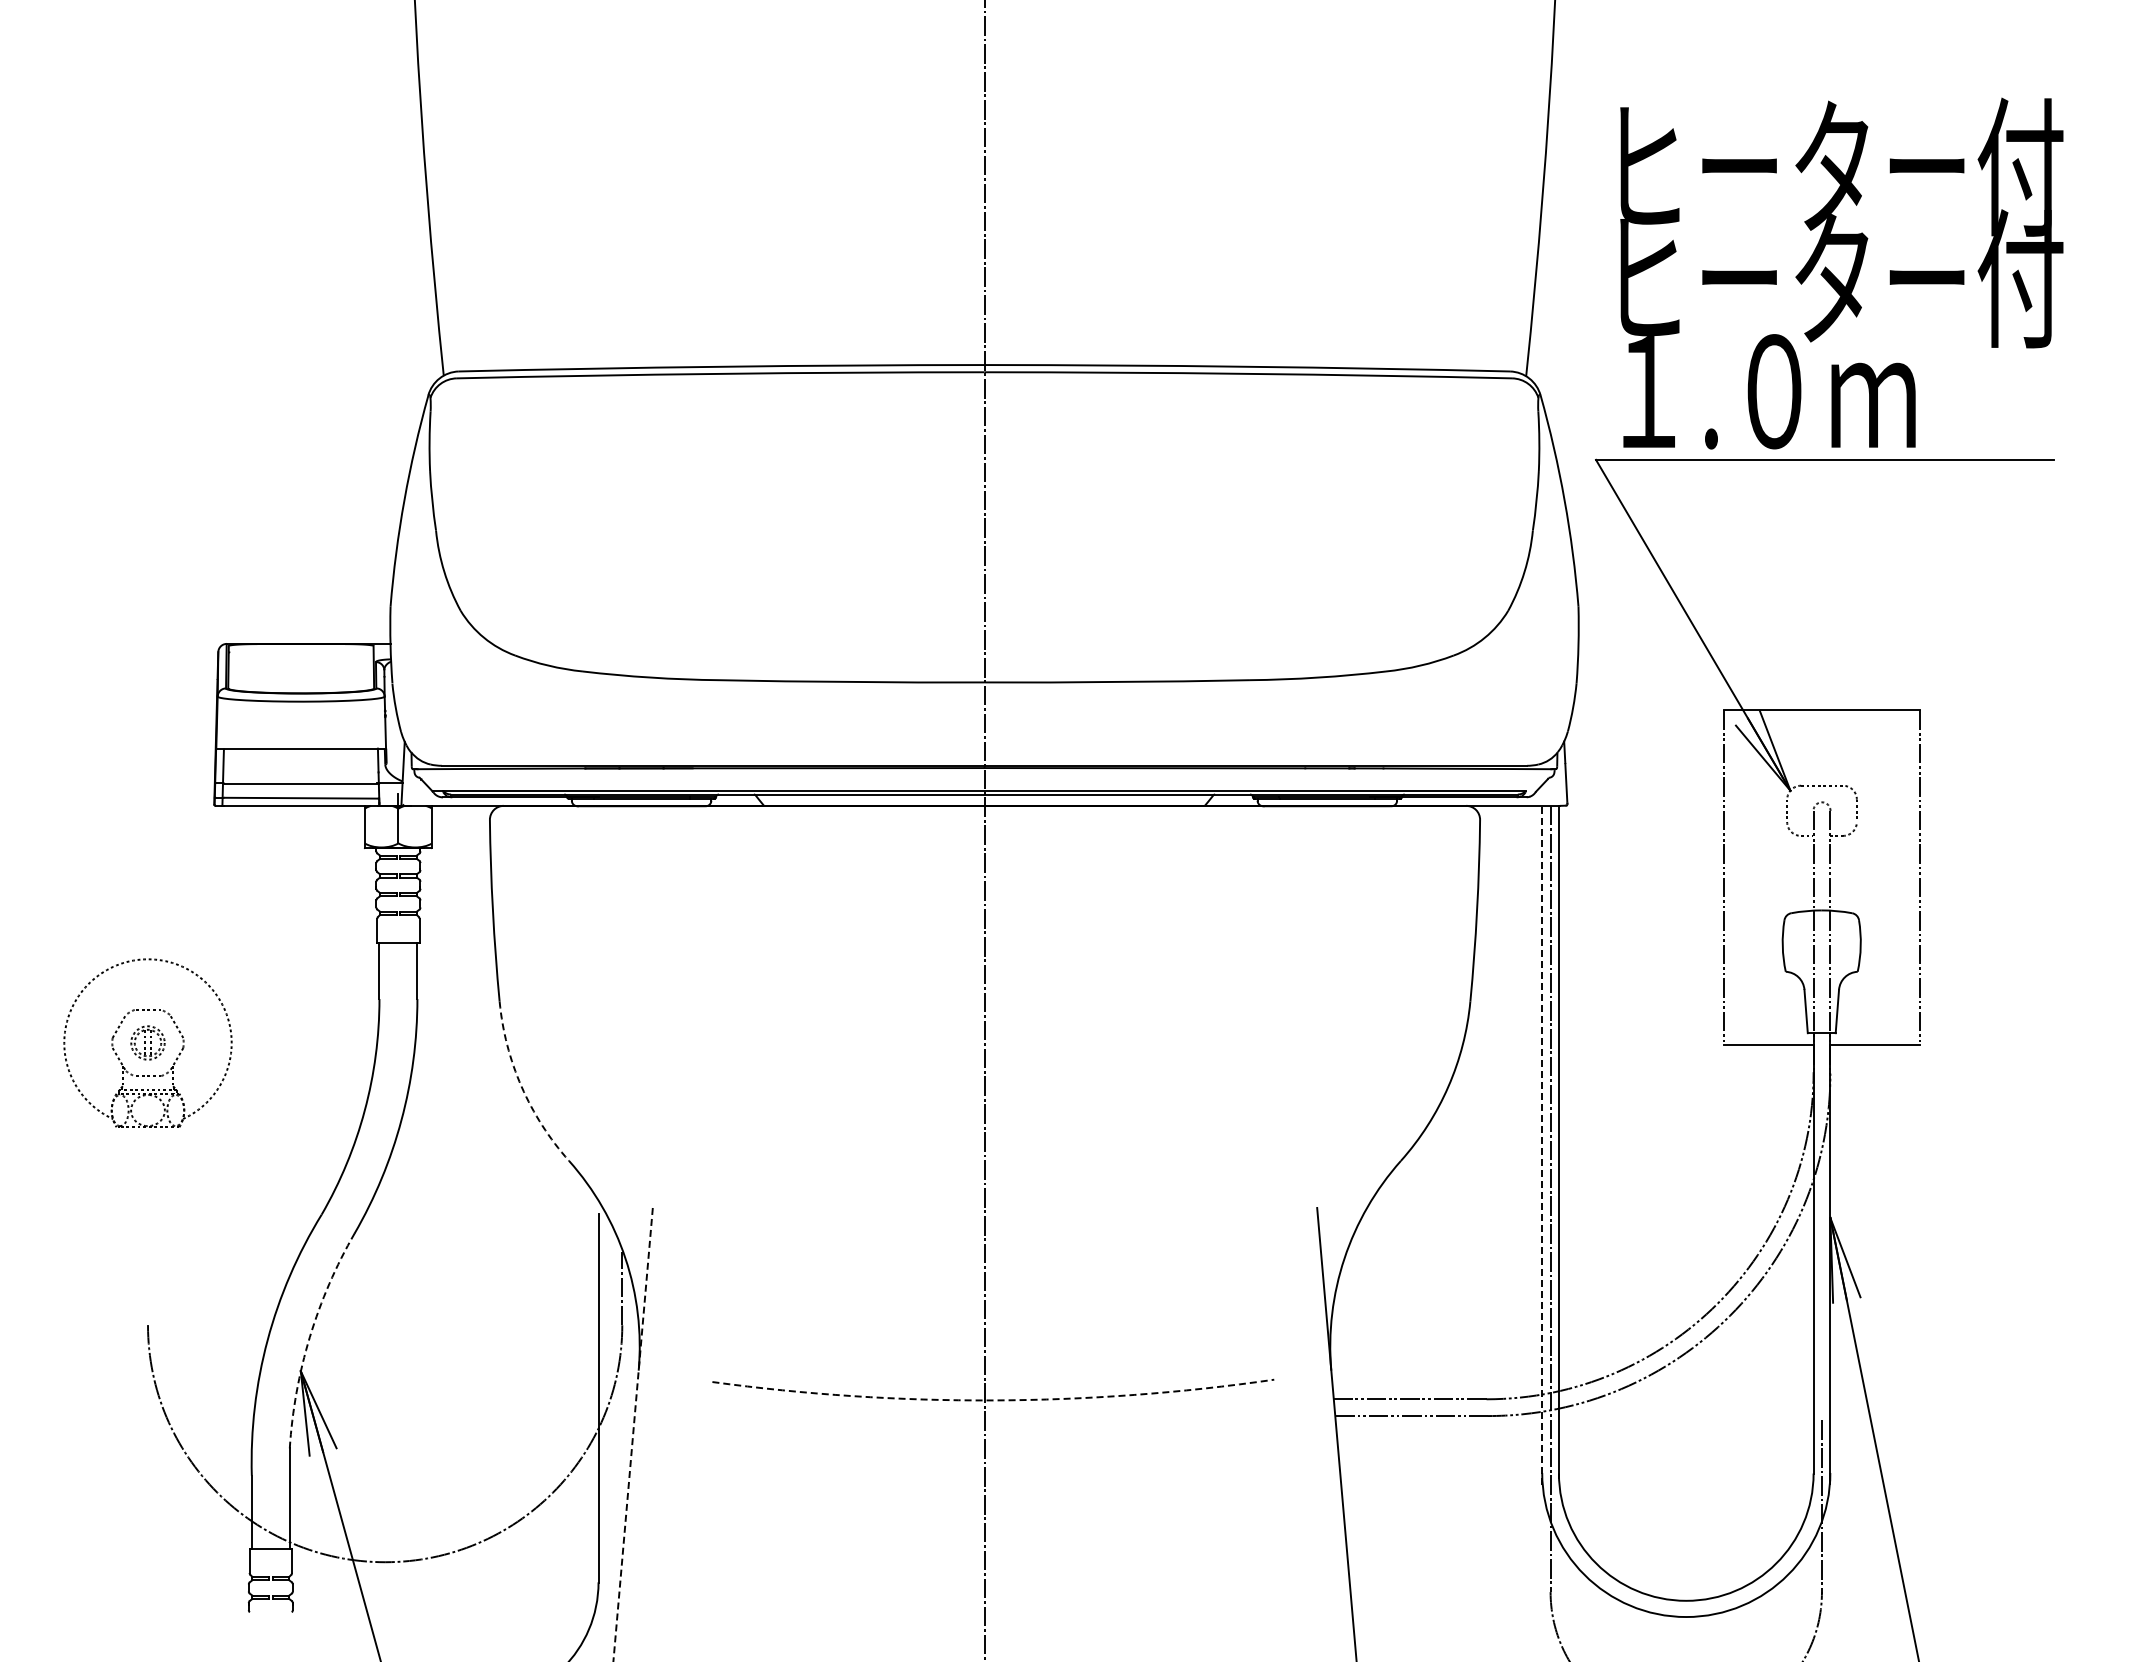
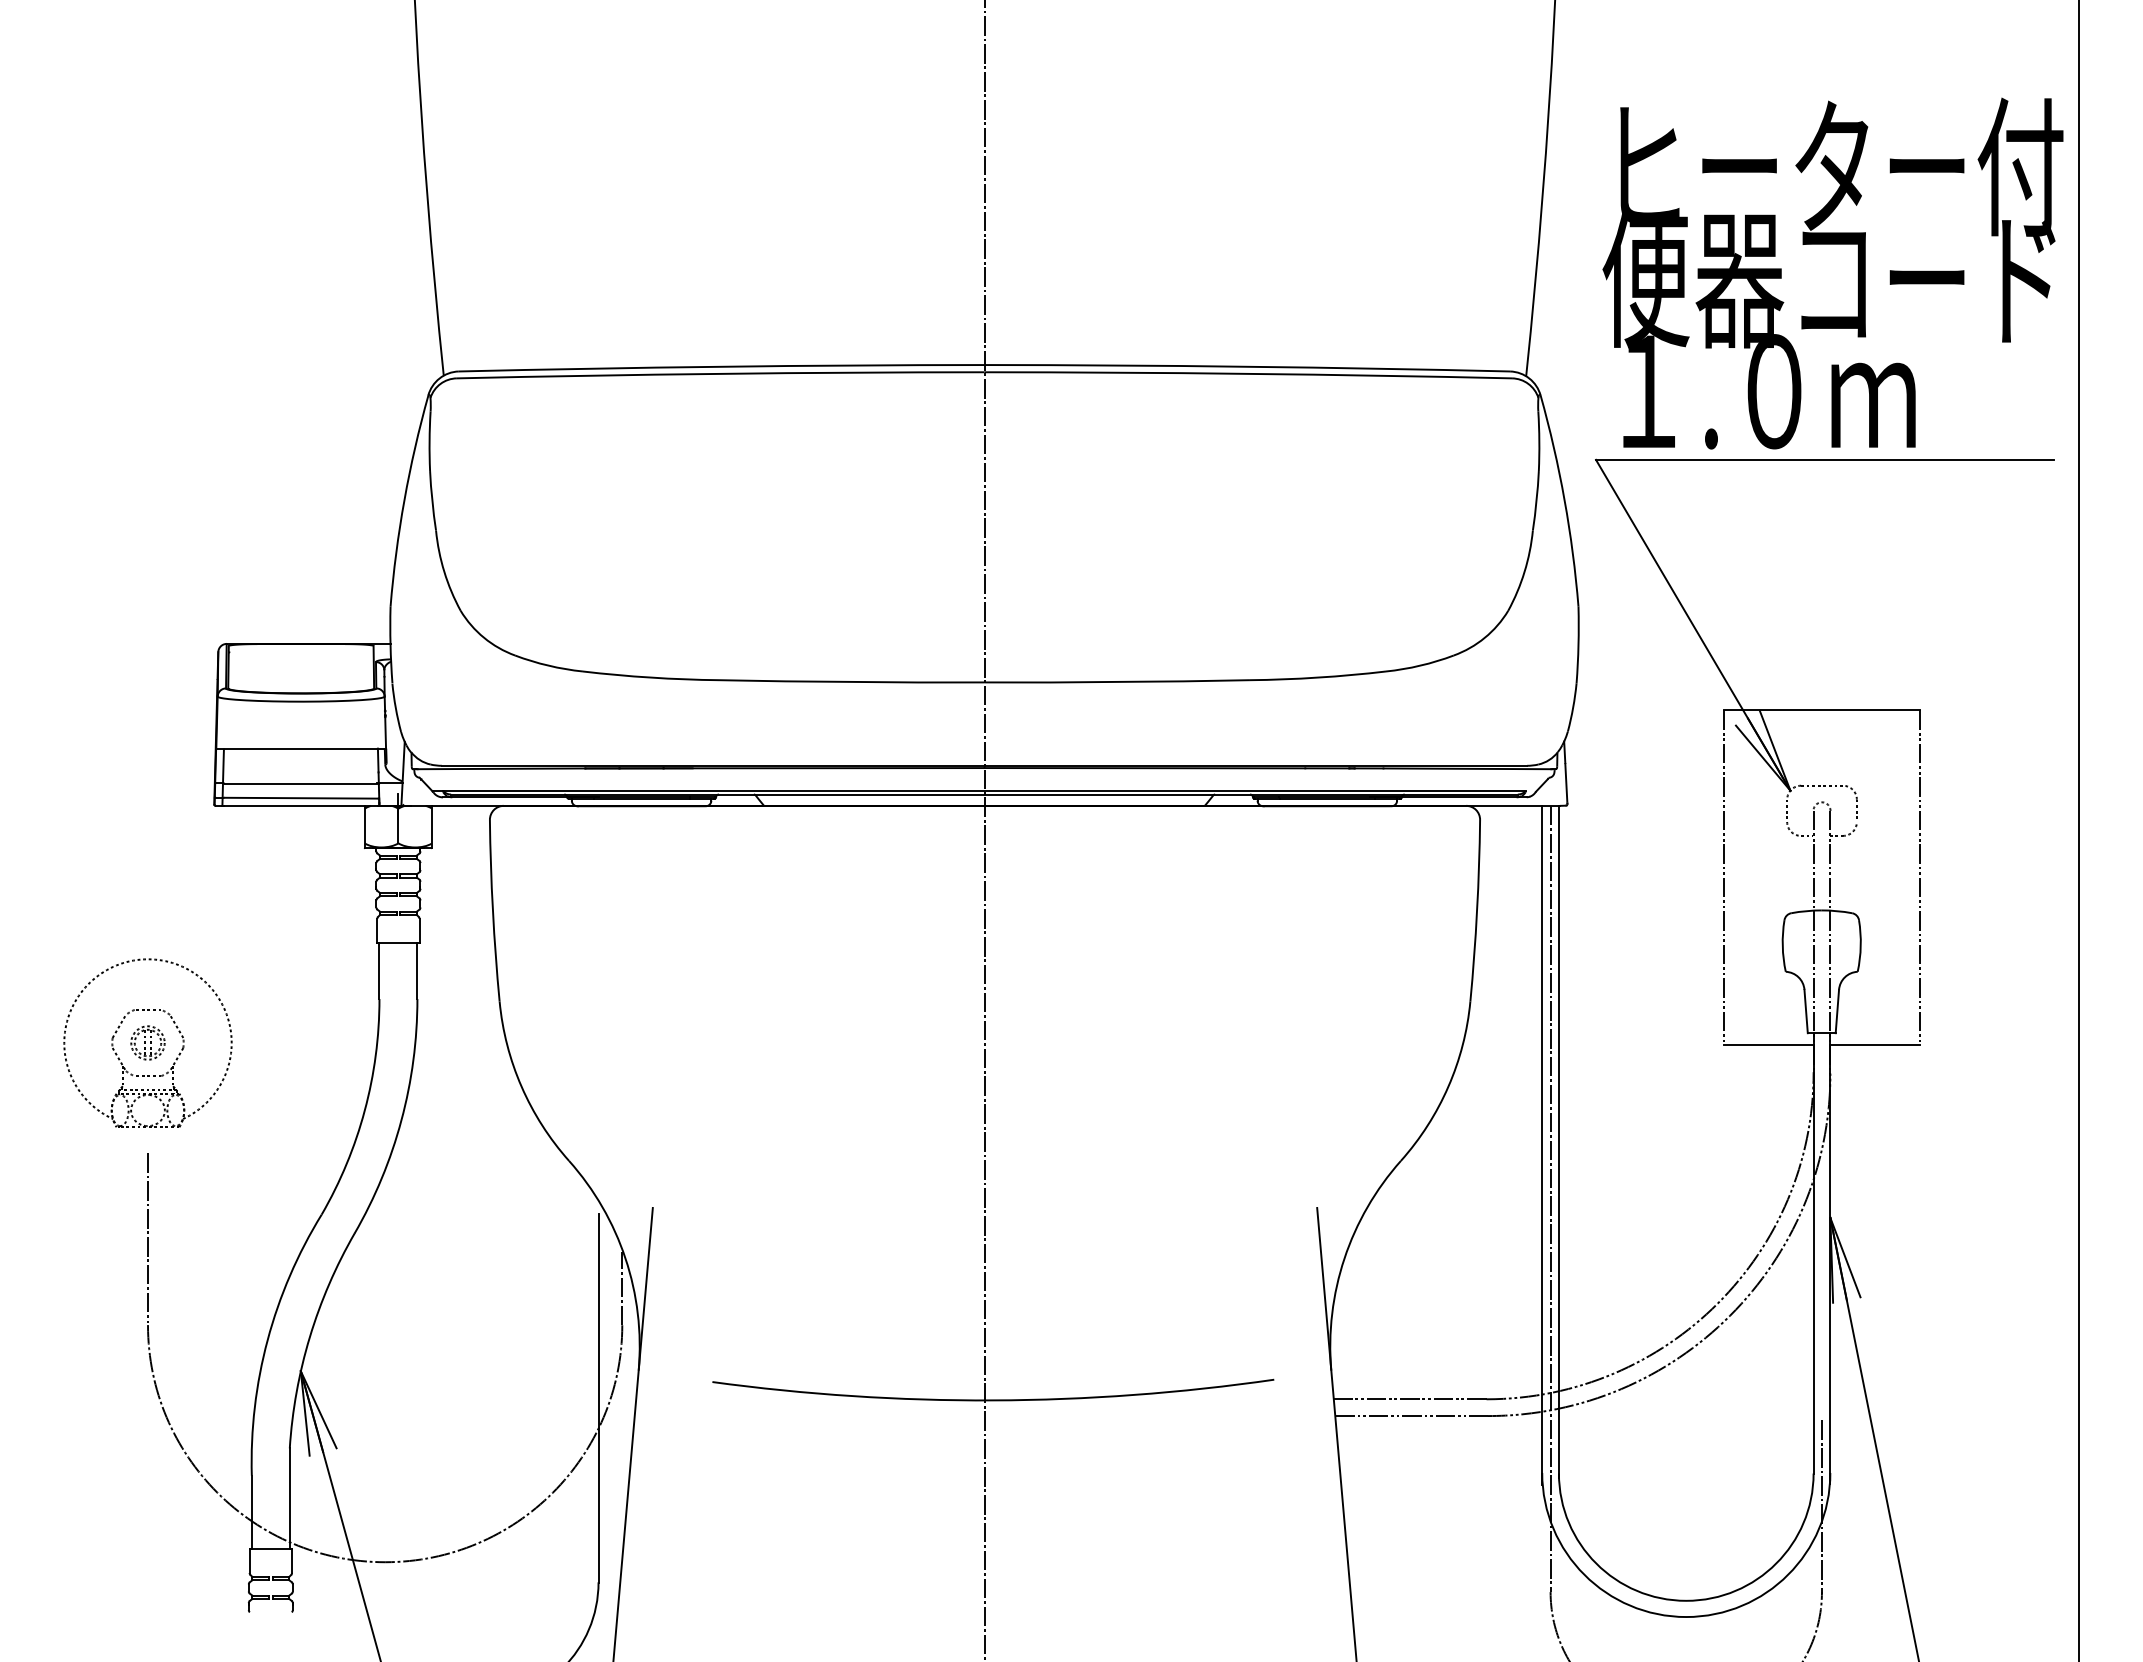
text at (1832, 278): ヒーター付 -> 便器コード
line at (2078, 830): none -> present
arc at (521, 1086): dashed -> solid
line at (1542, 1145): dashed -> solid
line at (147, 1237): none -> present
arc at (309, 1337): dashed -> solid
arc at (993, 1400): dashed -> solid
line at (633, 1435): dashed -> solid
